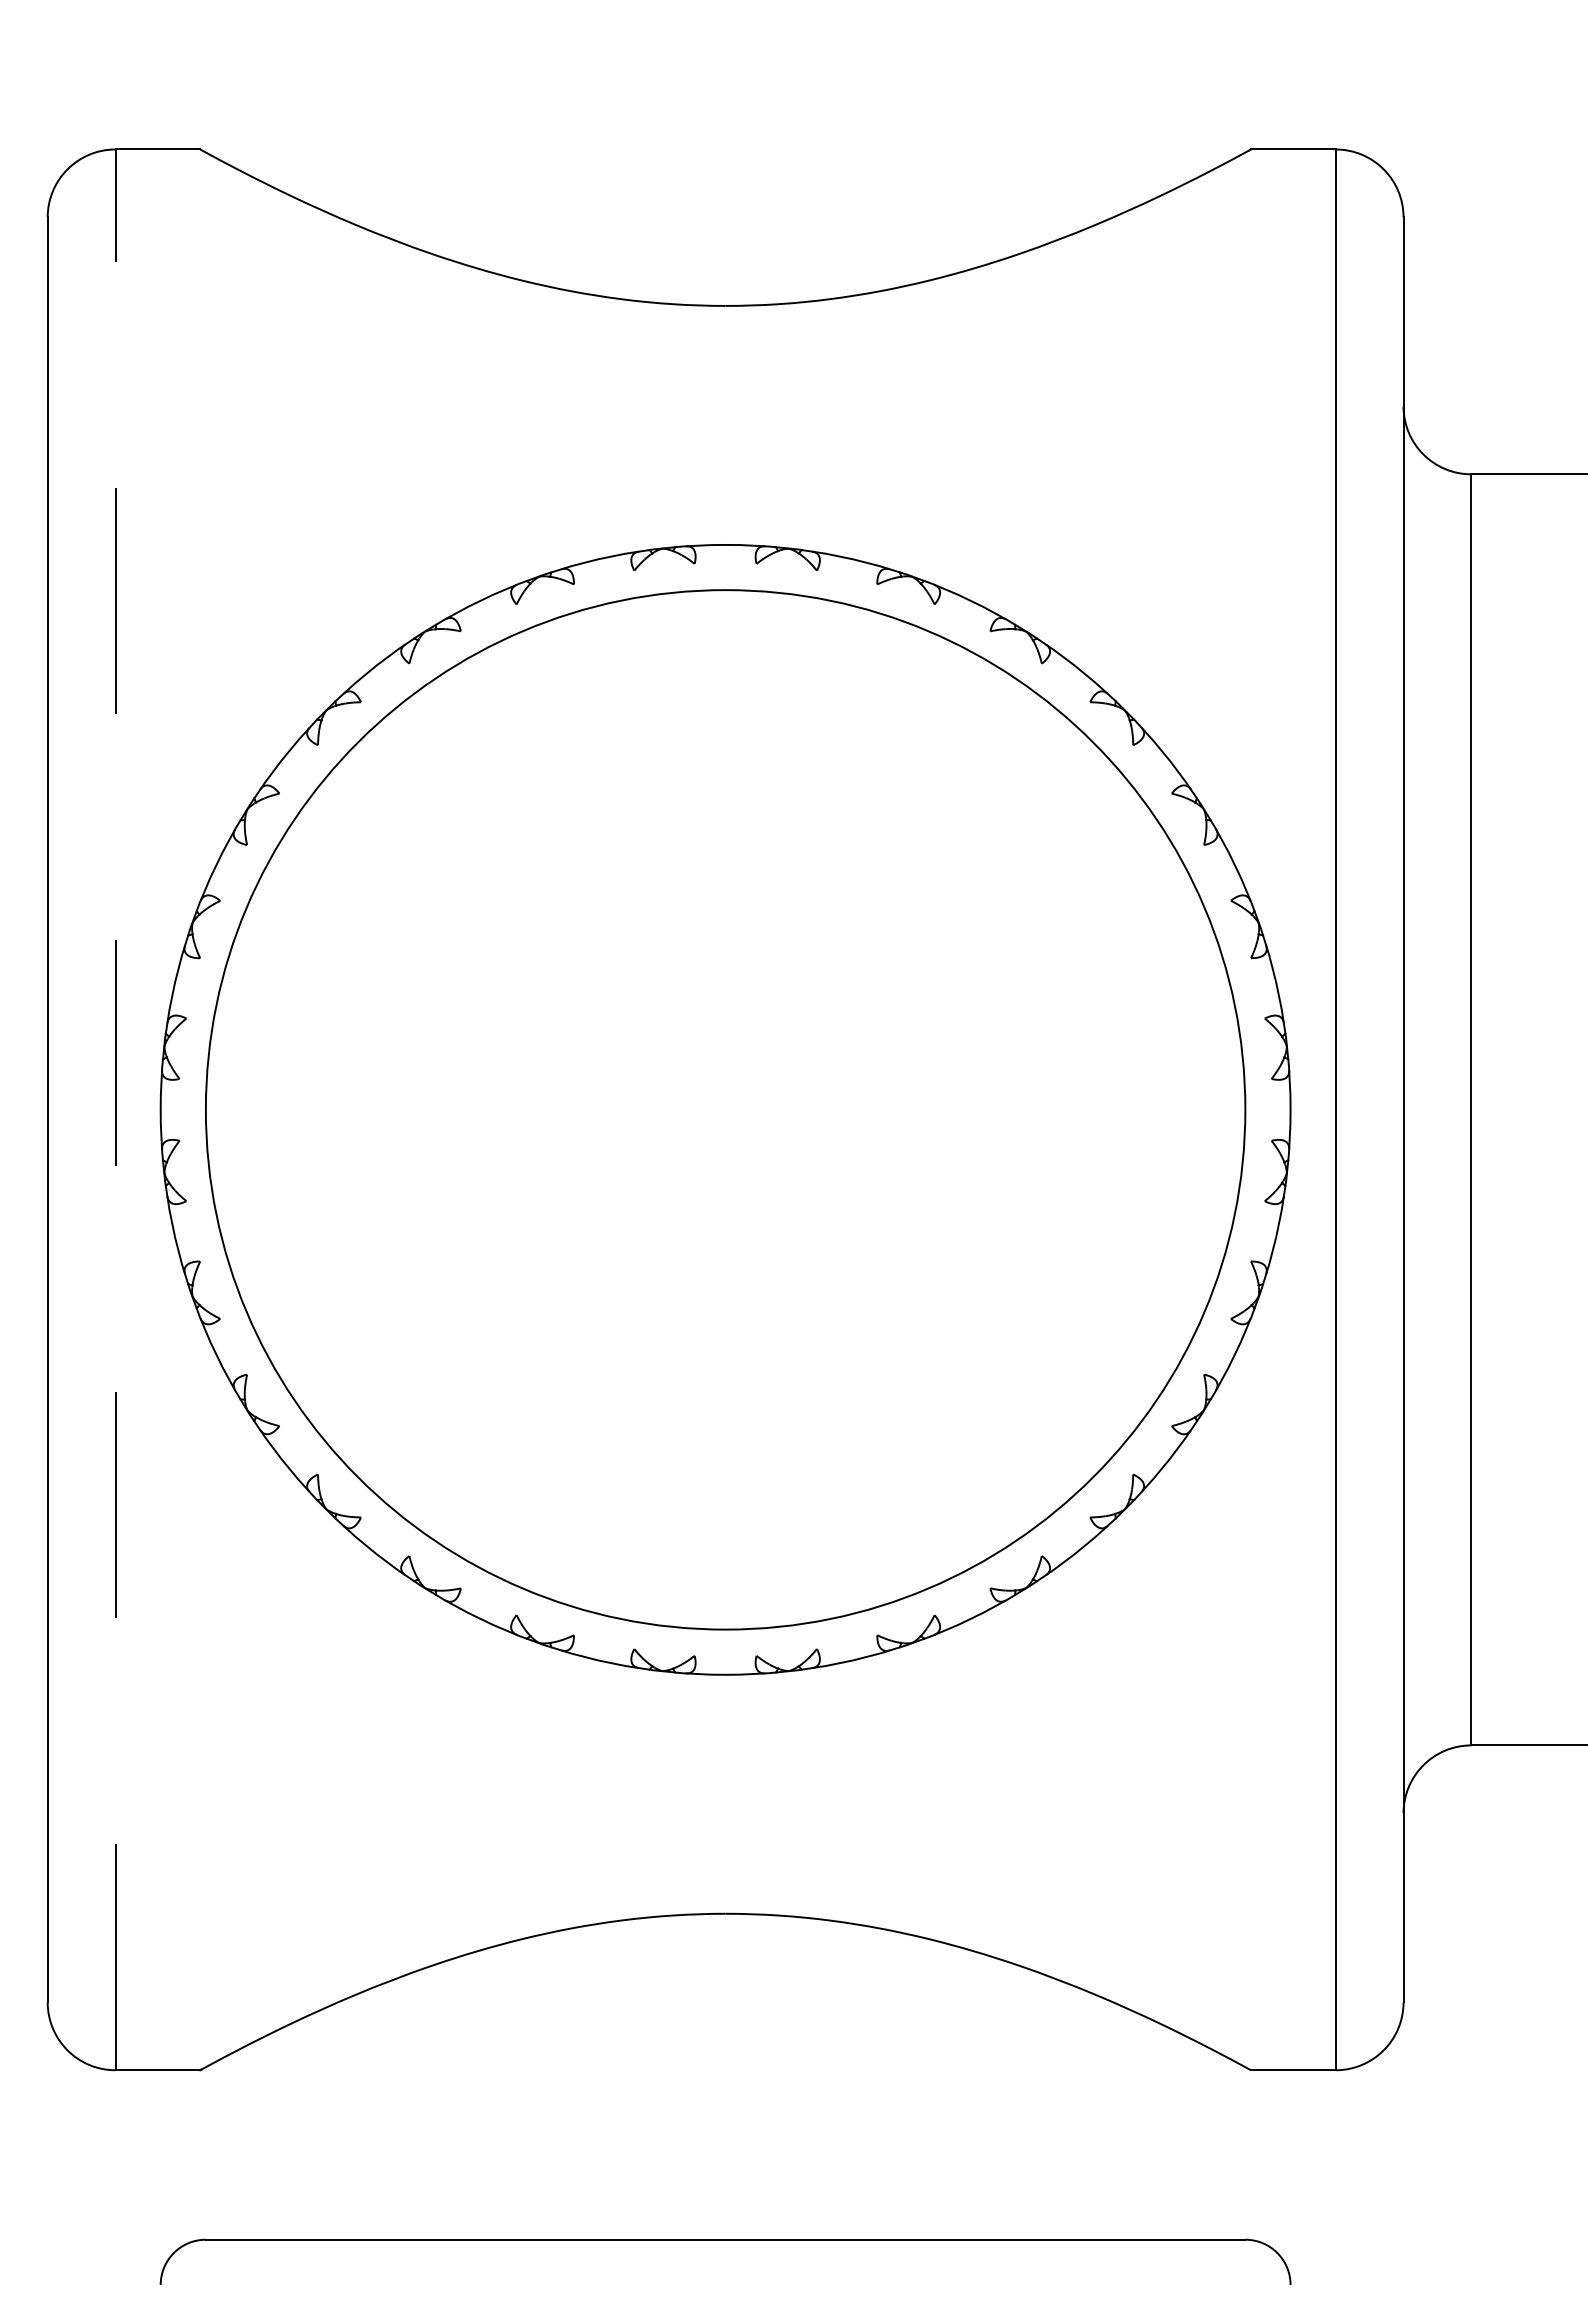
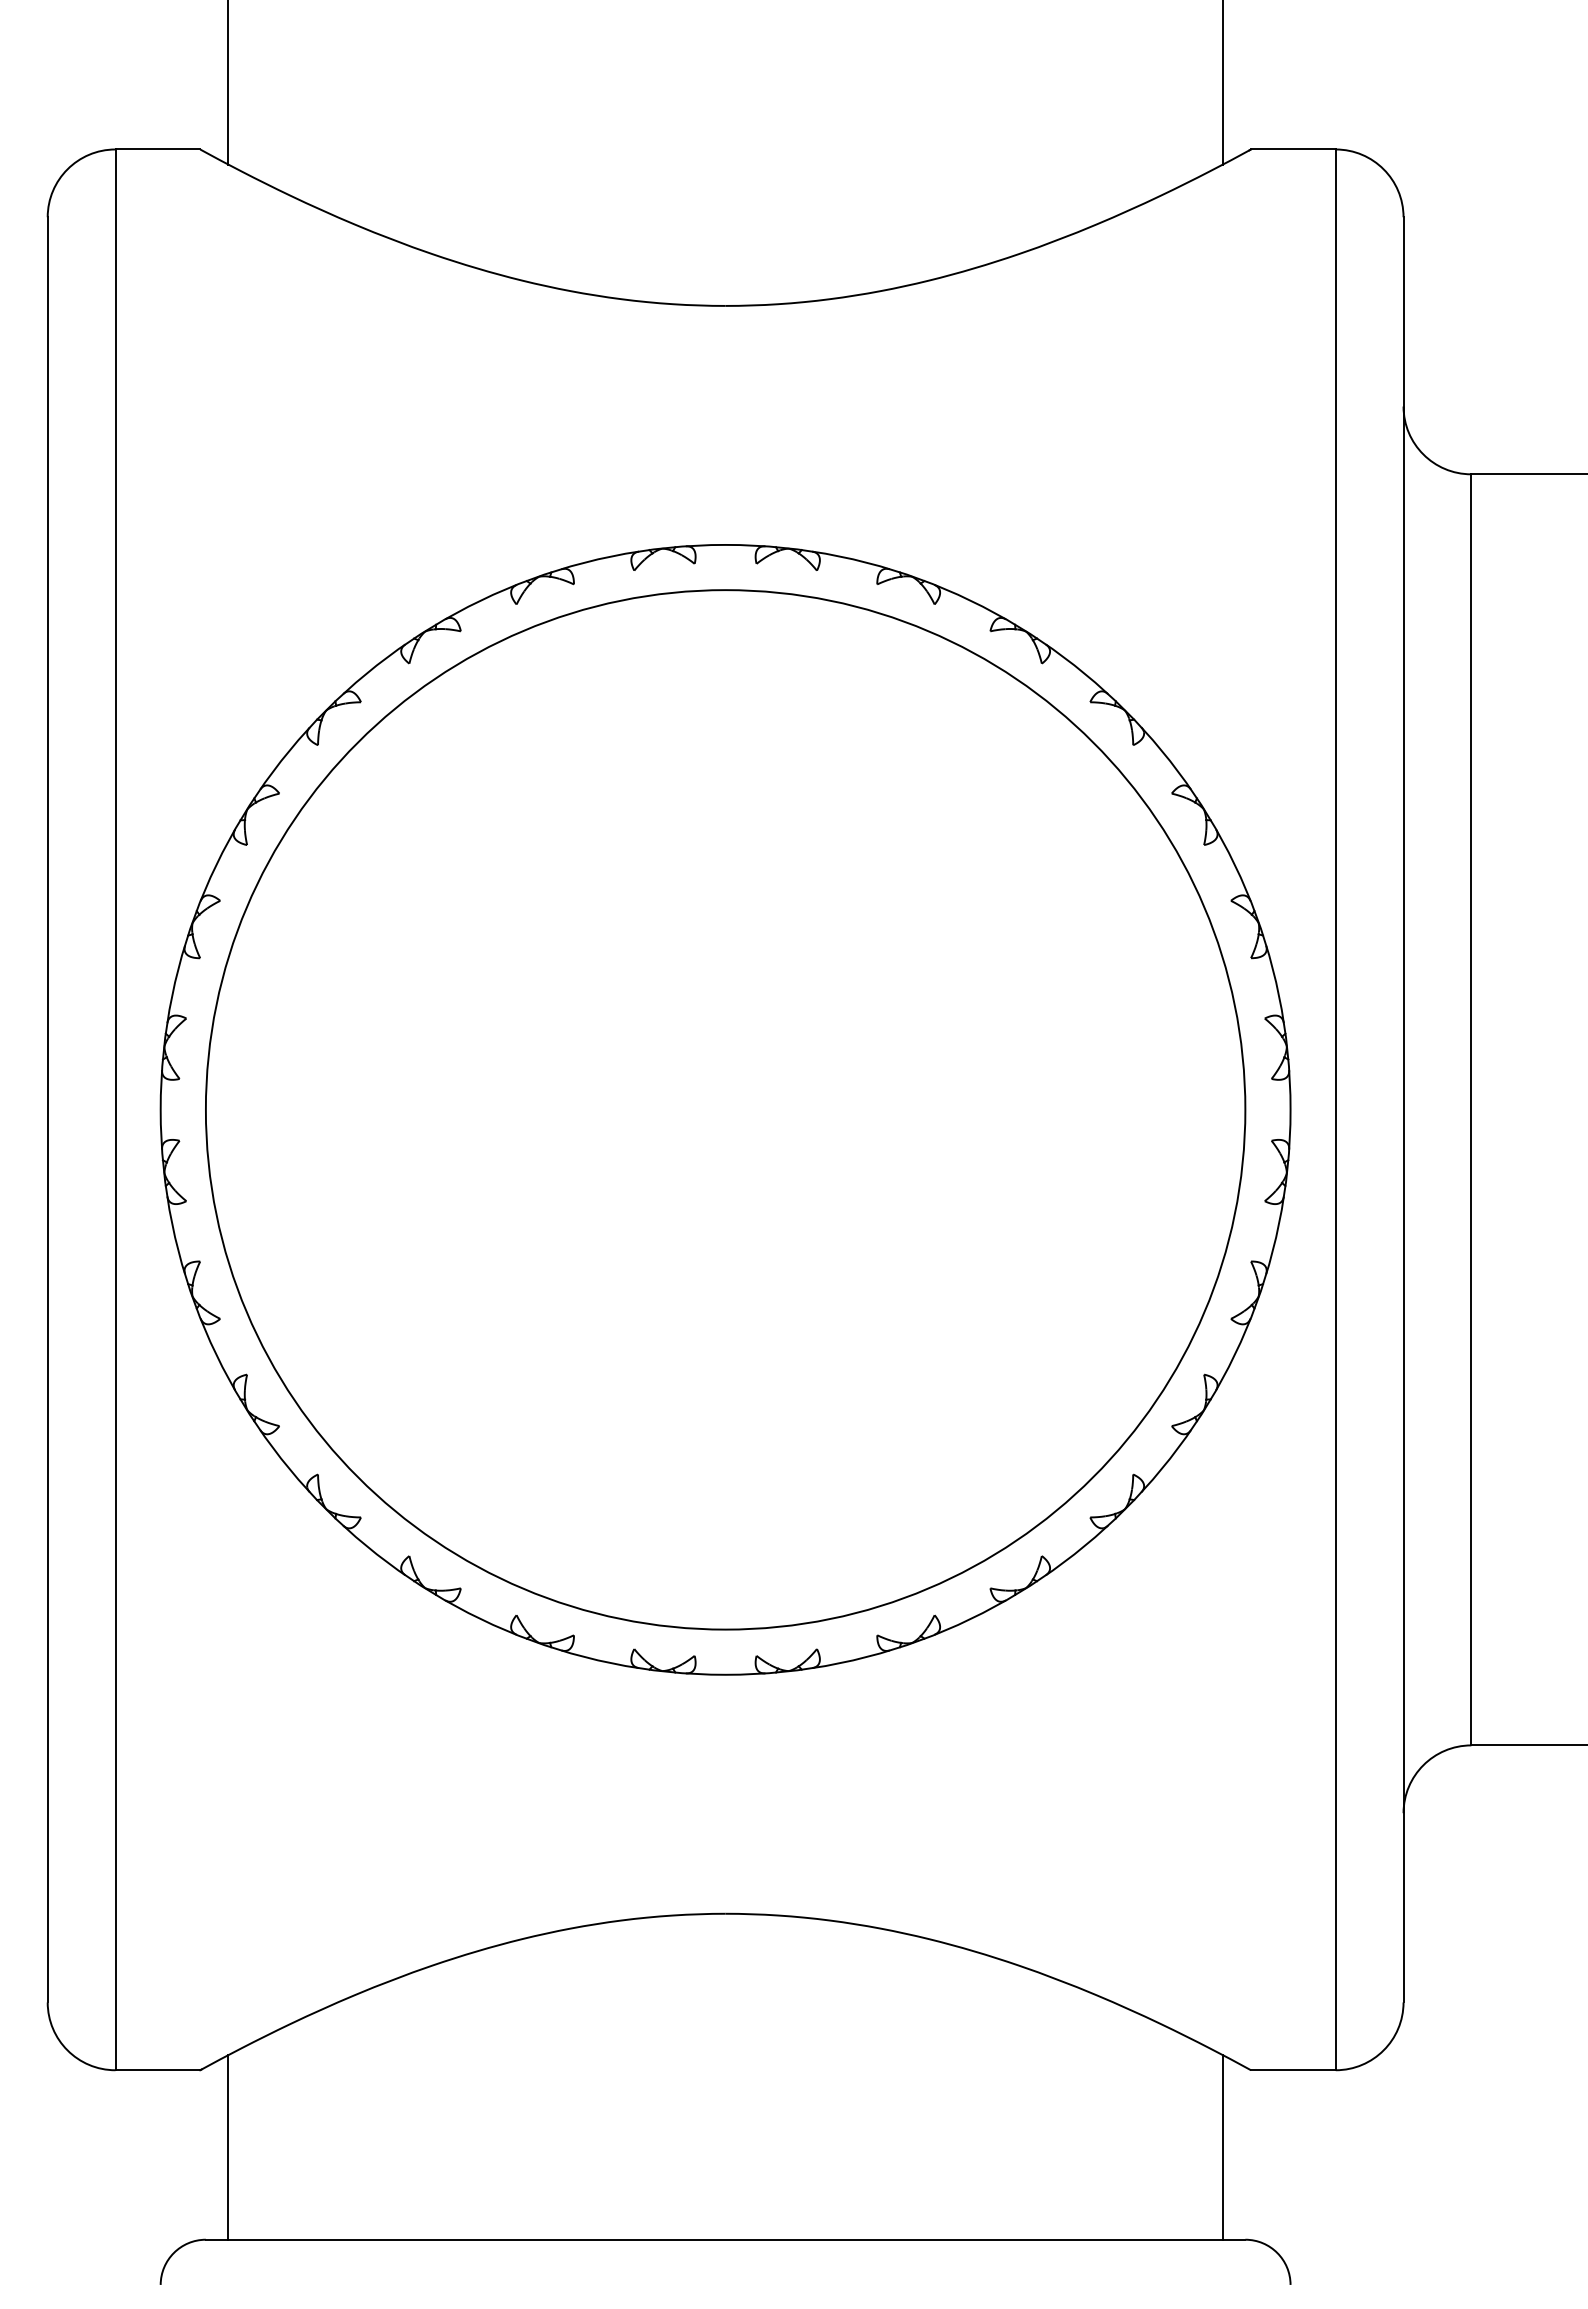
line at (228, 83): none -> present
line at (1222, 83): none -> present
line at (115, 1109): dashed -> solid
line at (228, 2147): none -> present
line at (1222, 2147): none -> present
